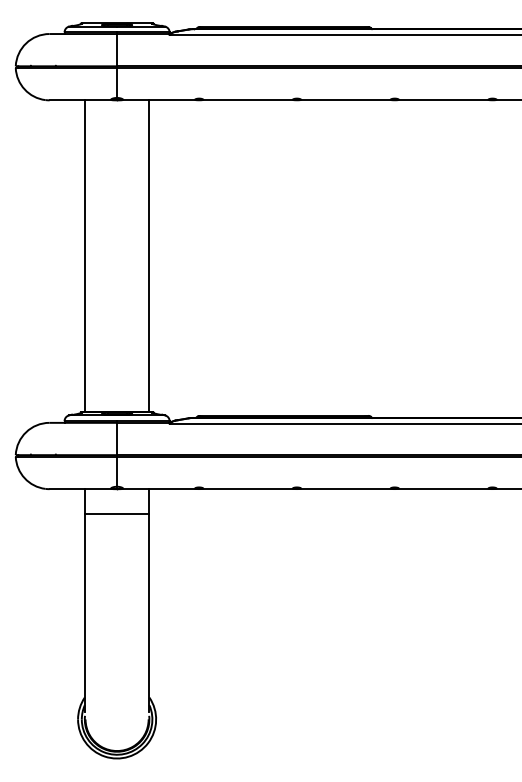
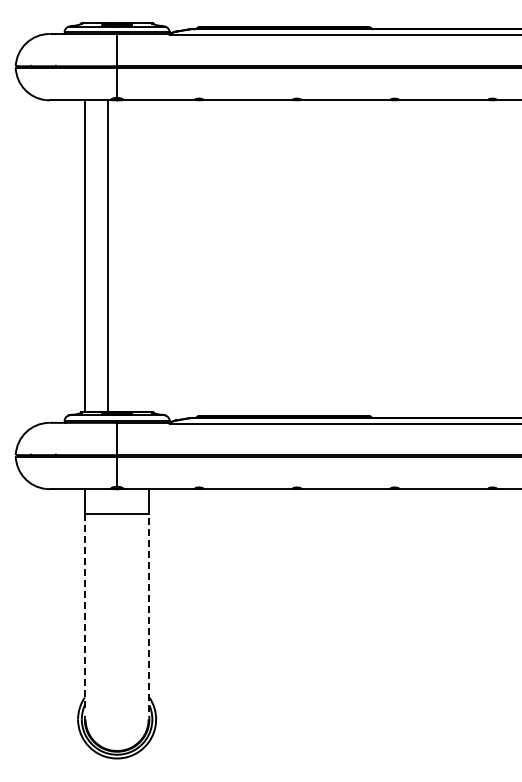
line at (149, 256) position: (149, 256) -> (108, 256)
line at (84, 613): solid -> dashed
line at (149, 613): solid -> dashed
